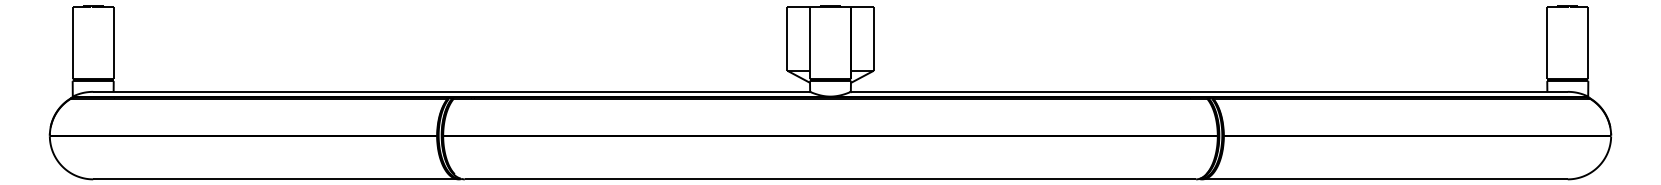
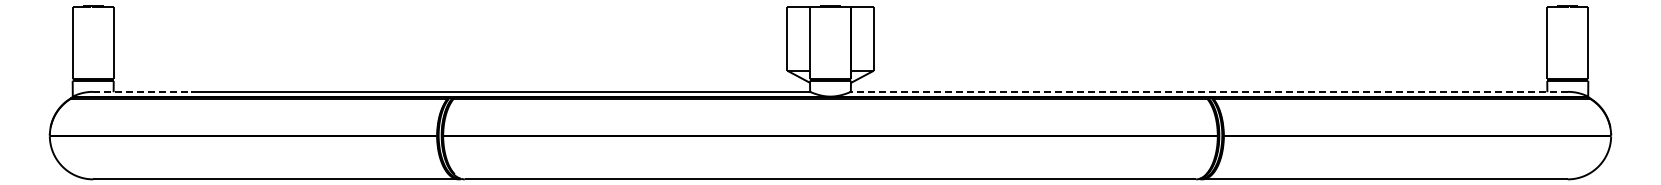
line at (142, 92): solid -> dashed
line at (1209, 92): solid -> dashed
